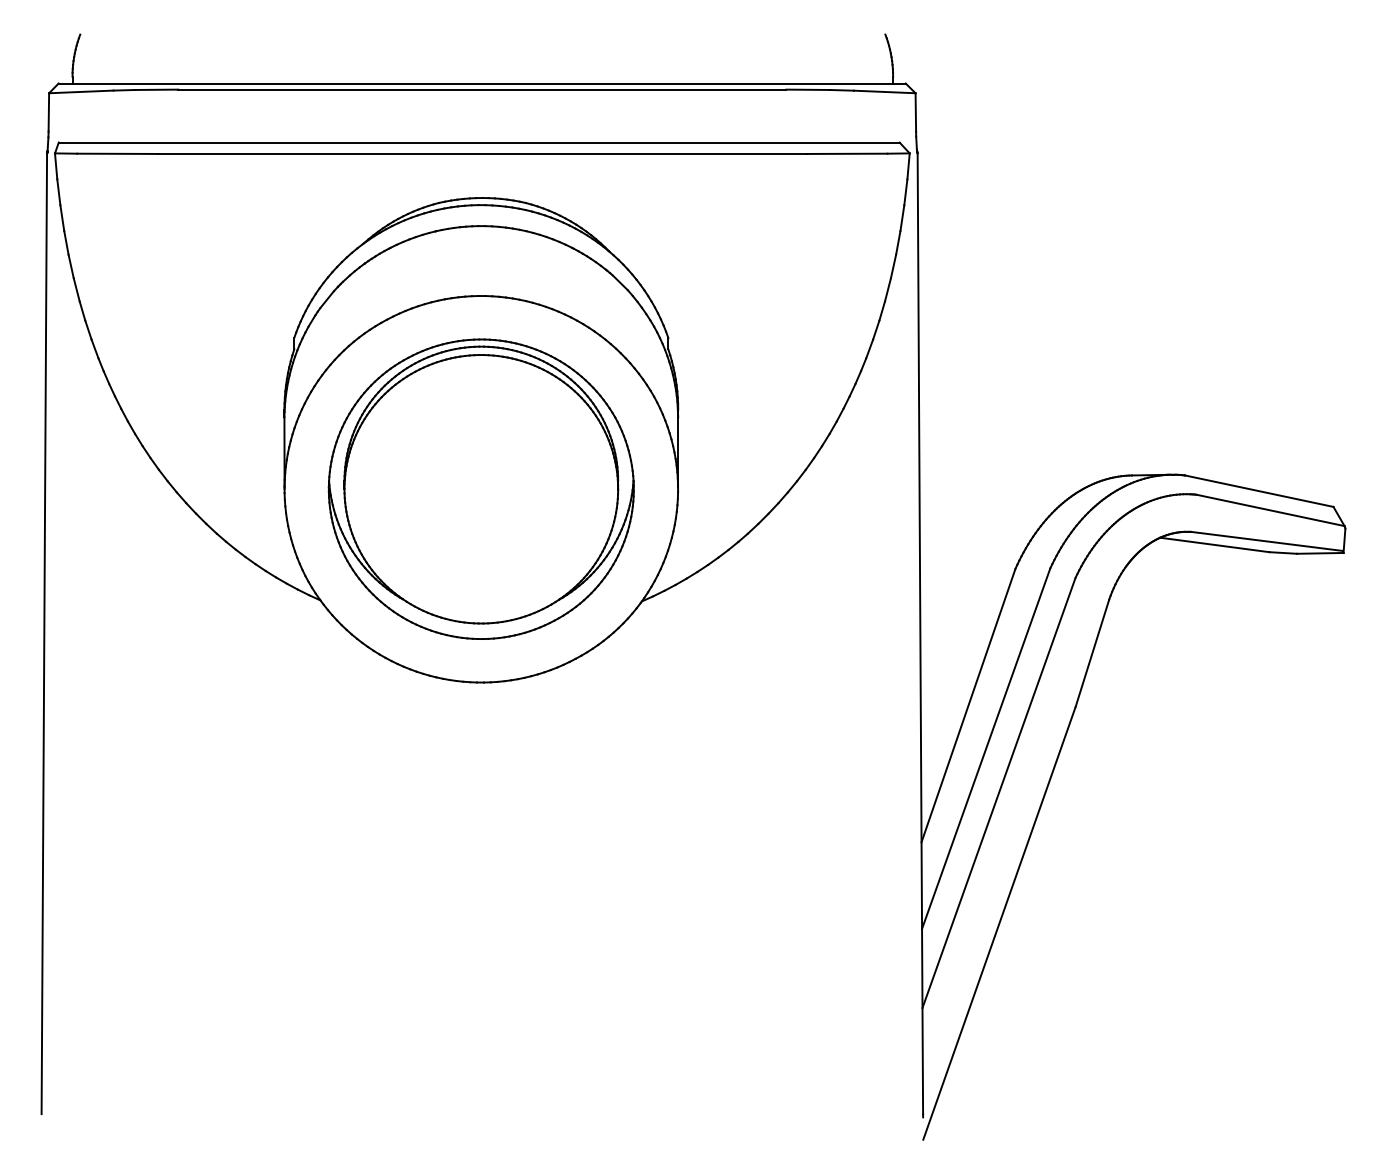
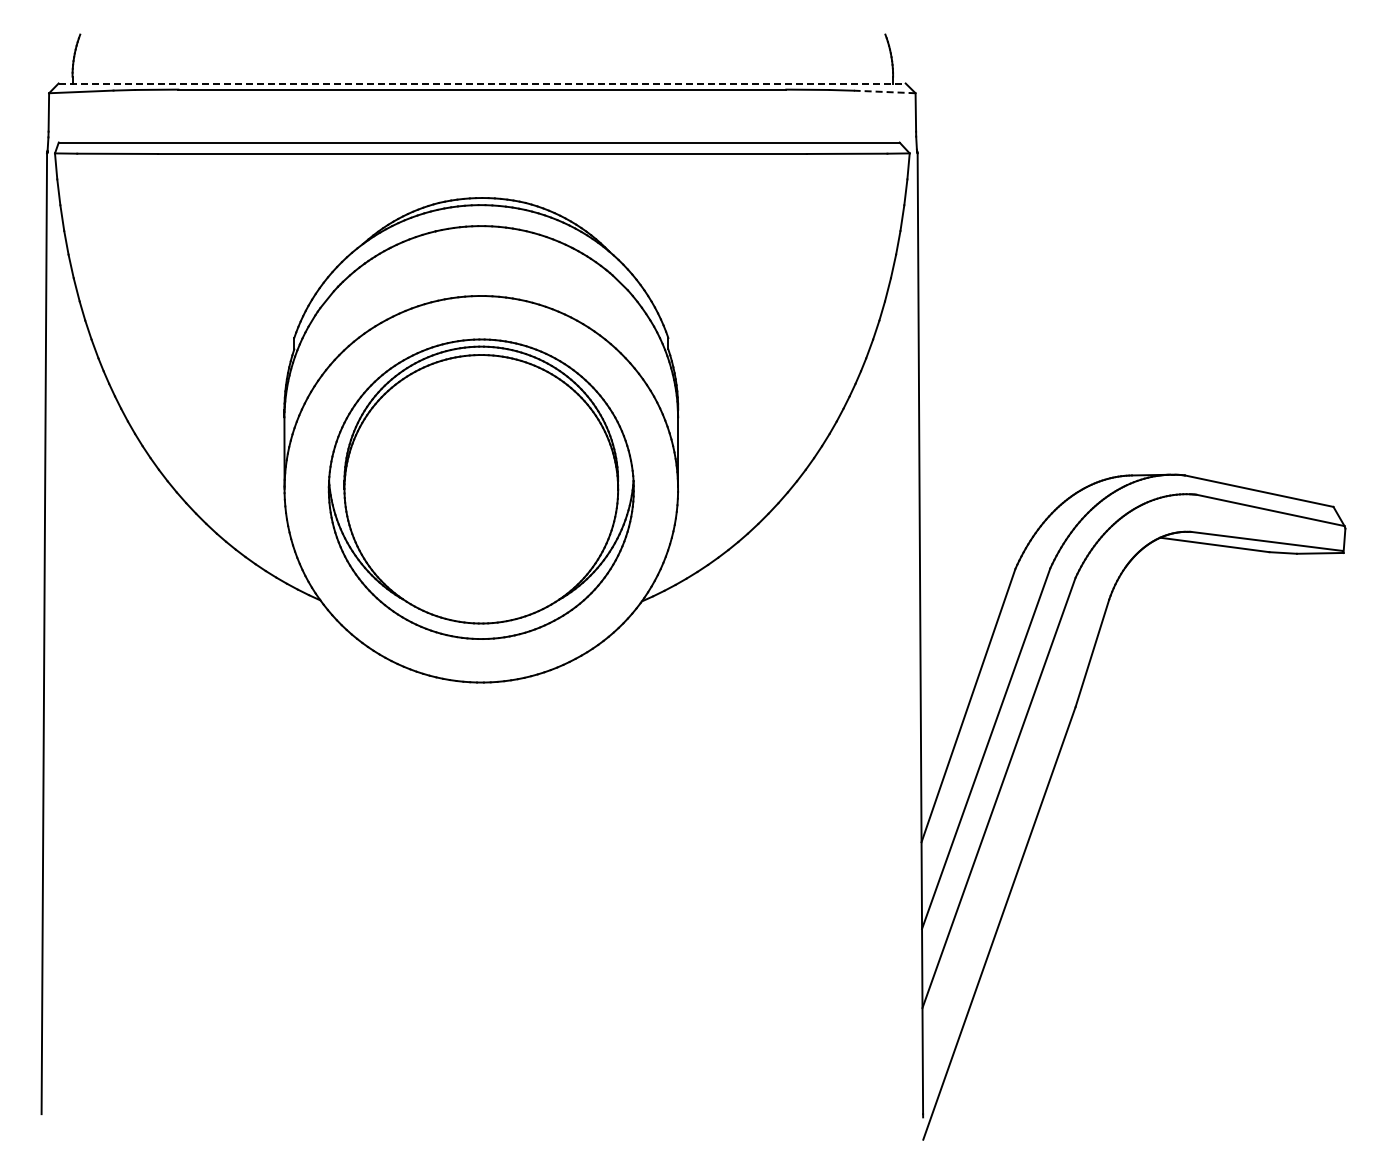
line at (482, 83): solid -> dashed
line at (884, 91): solid -> dashed
